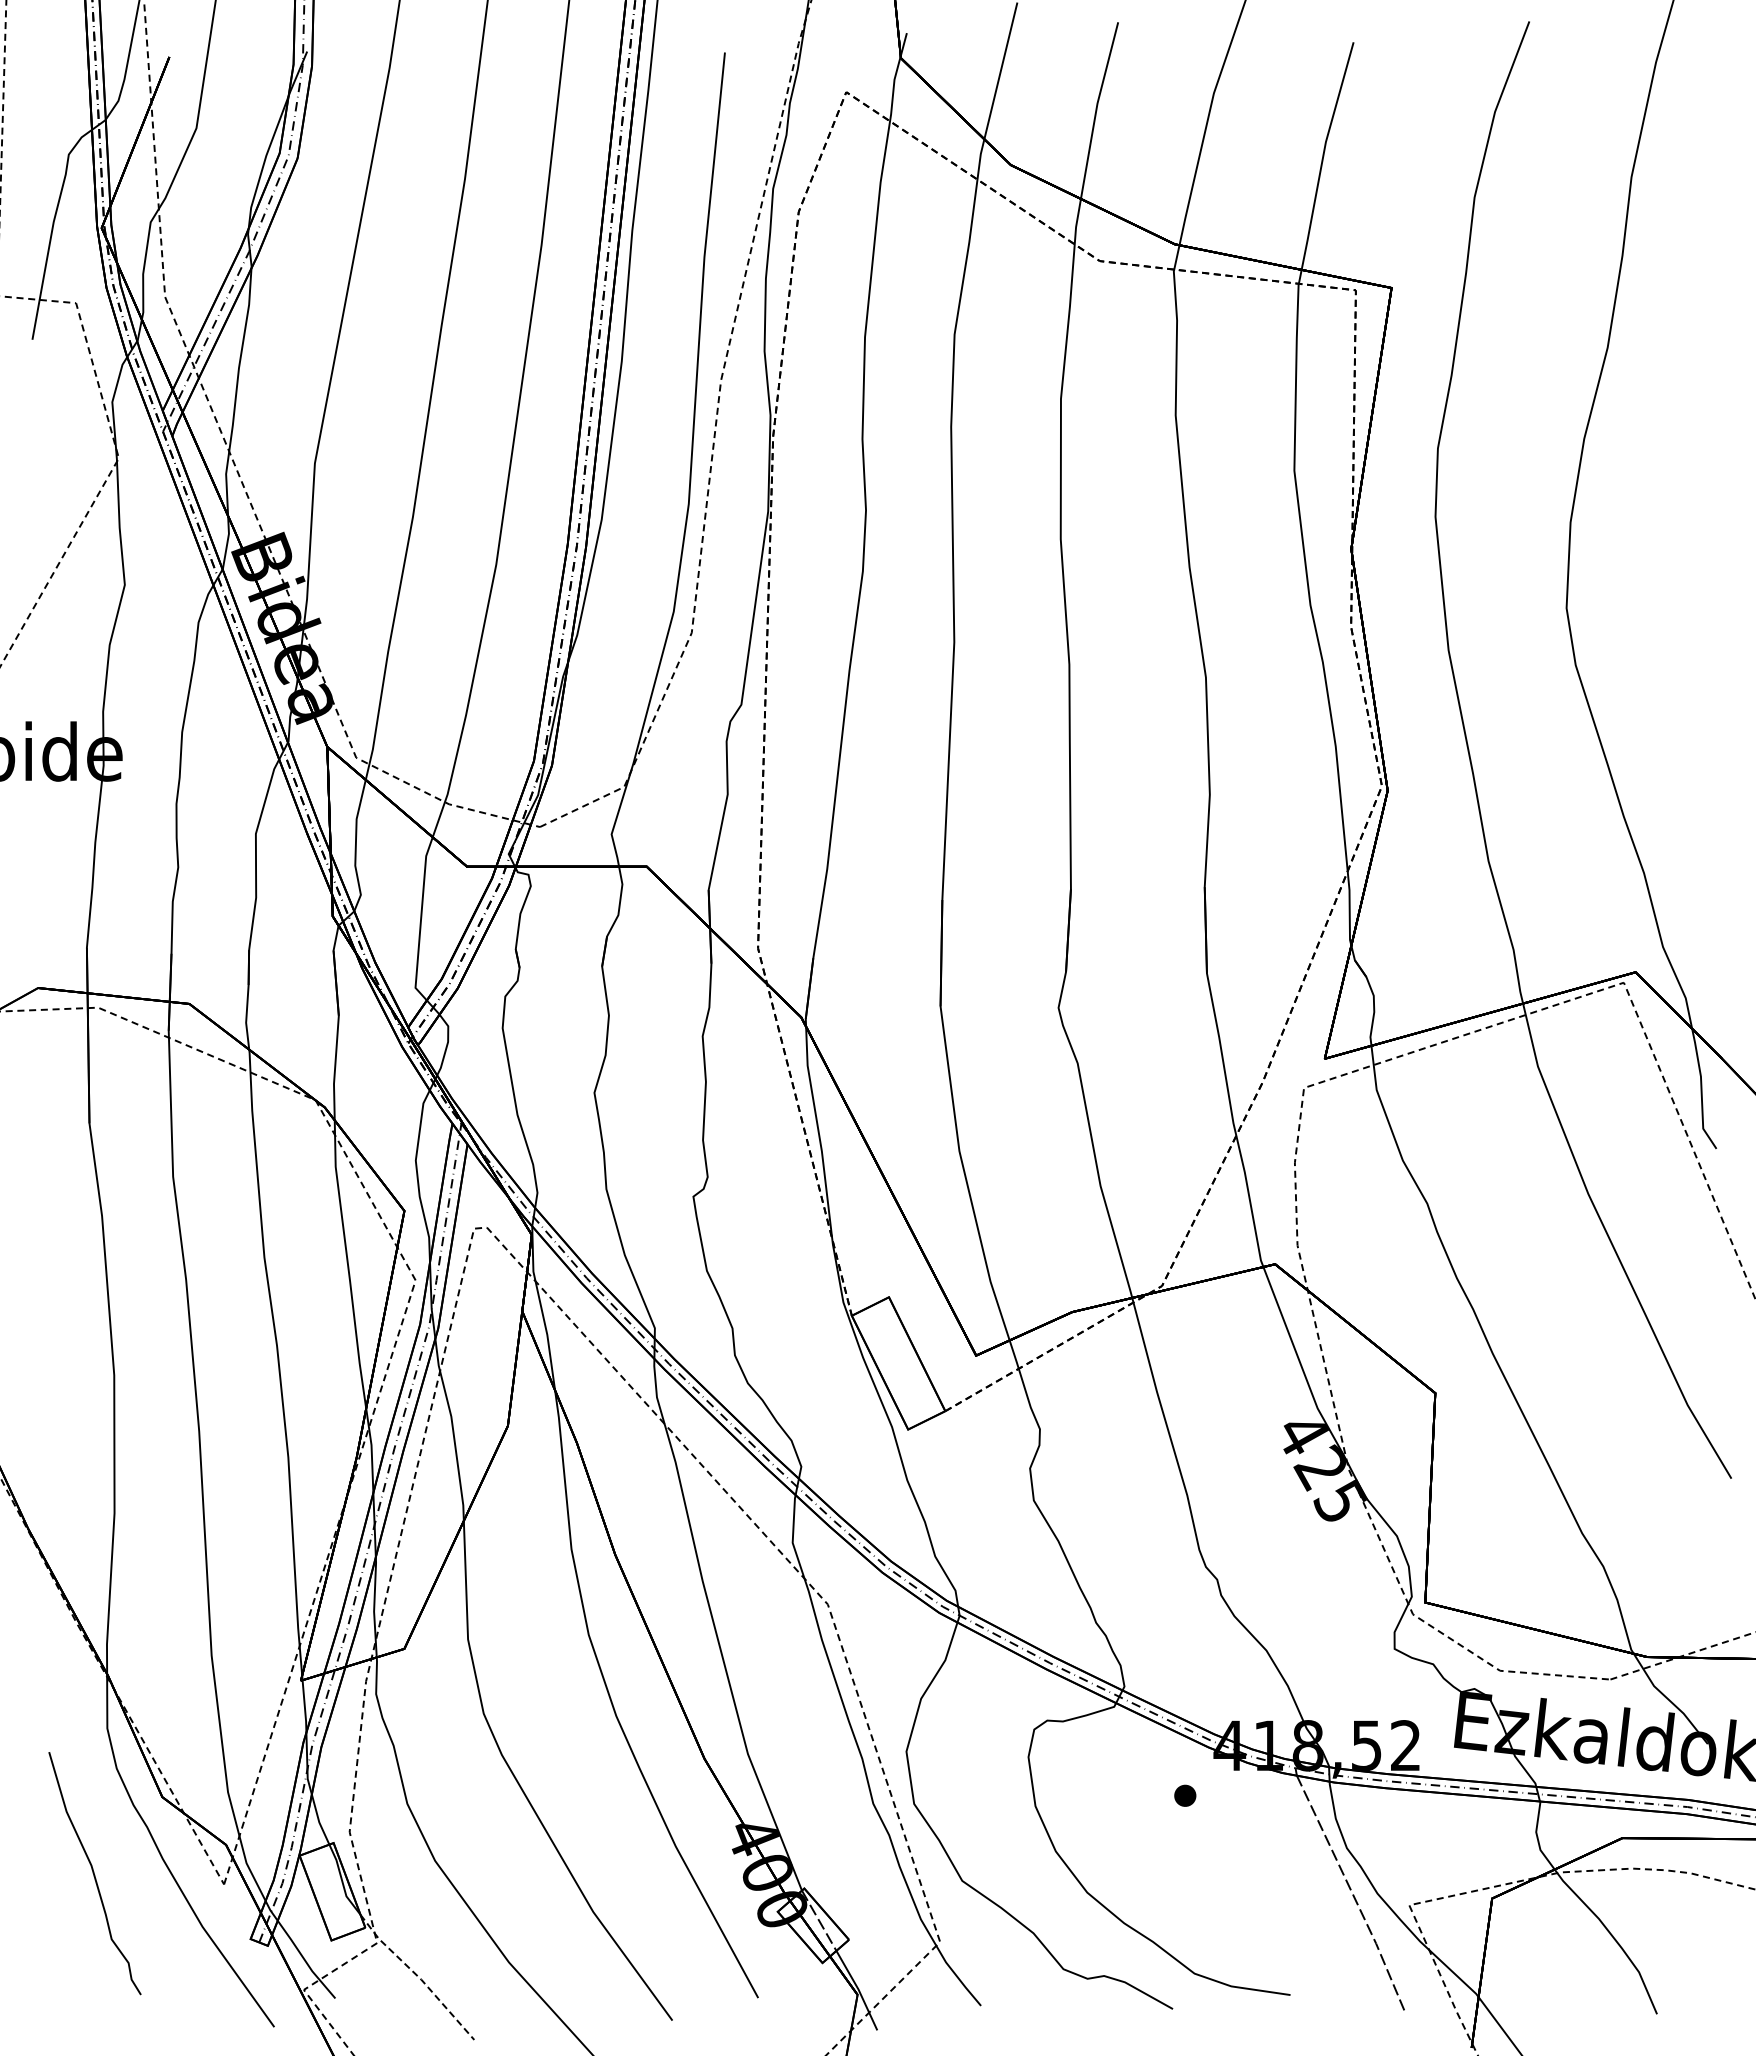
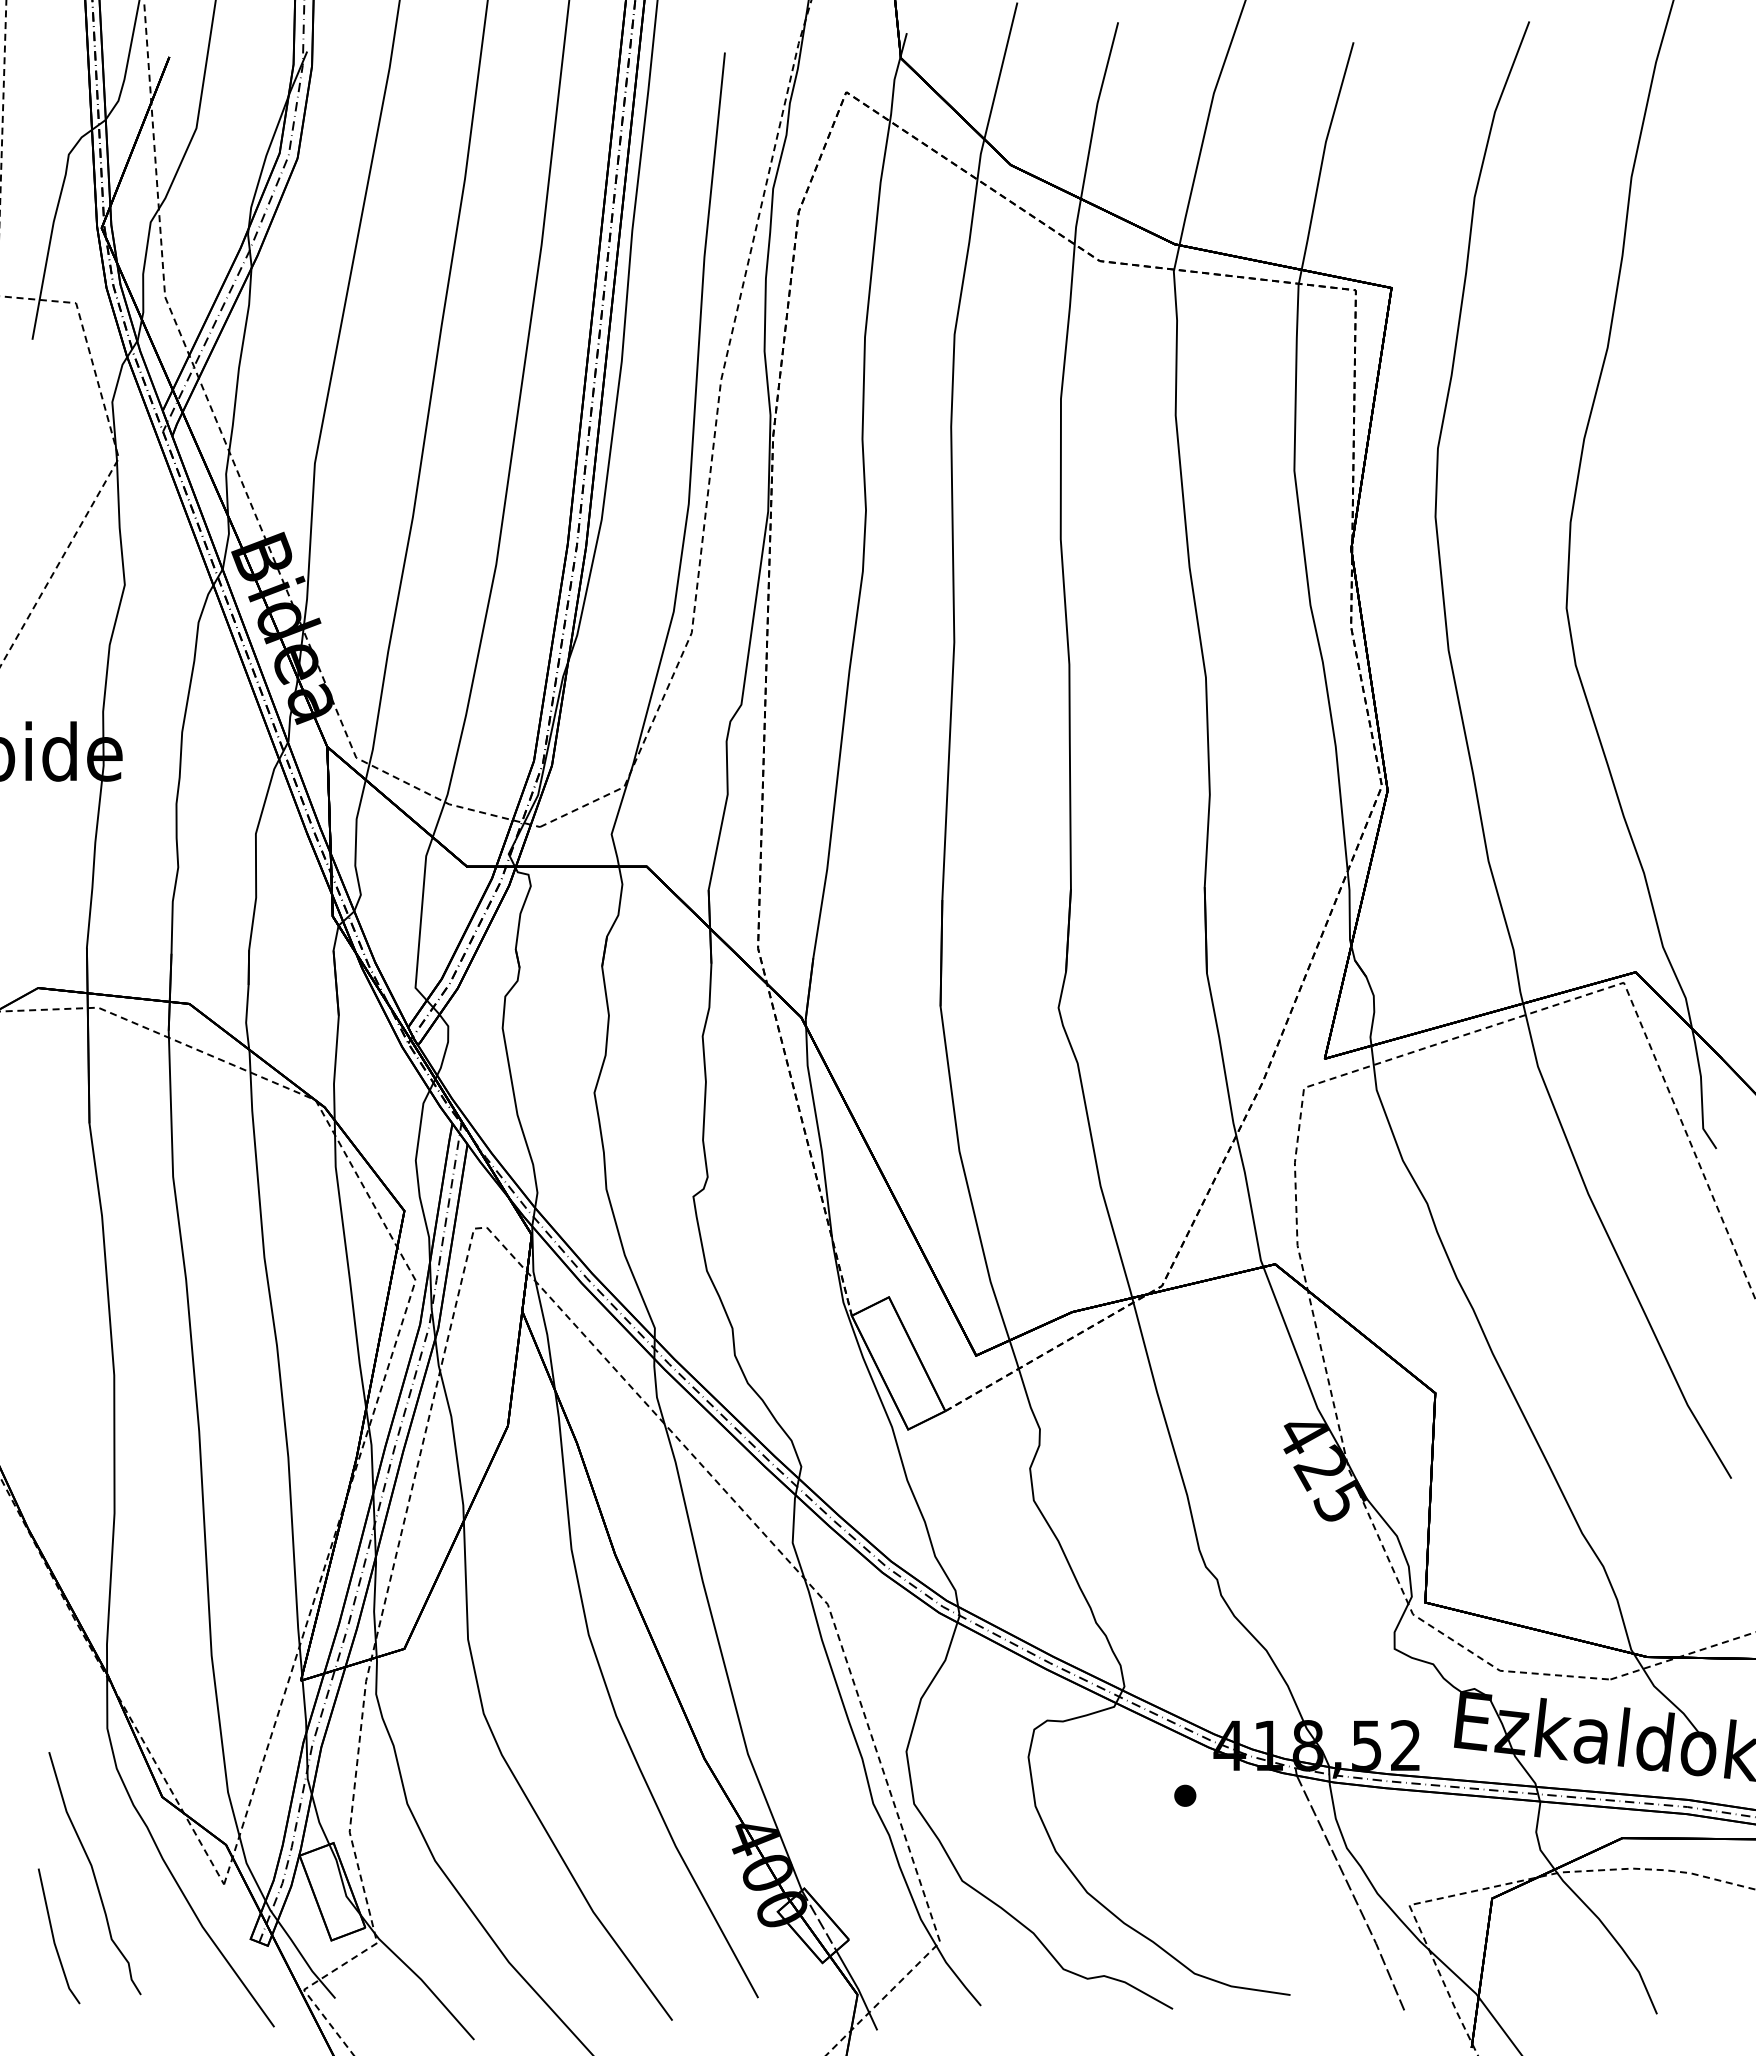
line at (54, 1937): none -> present
line at (418, 1976): dashed -> solid
